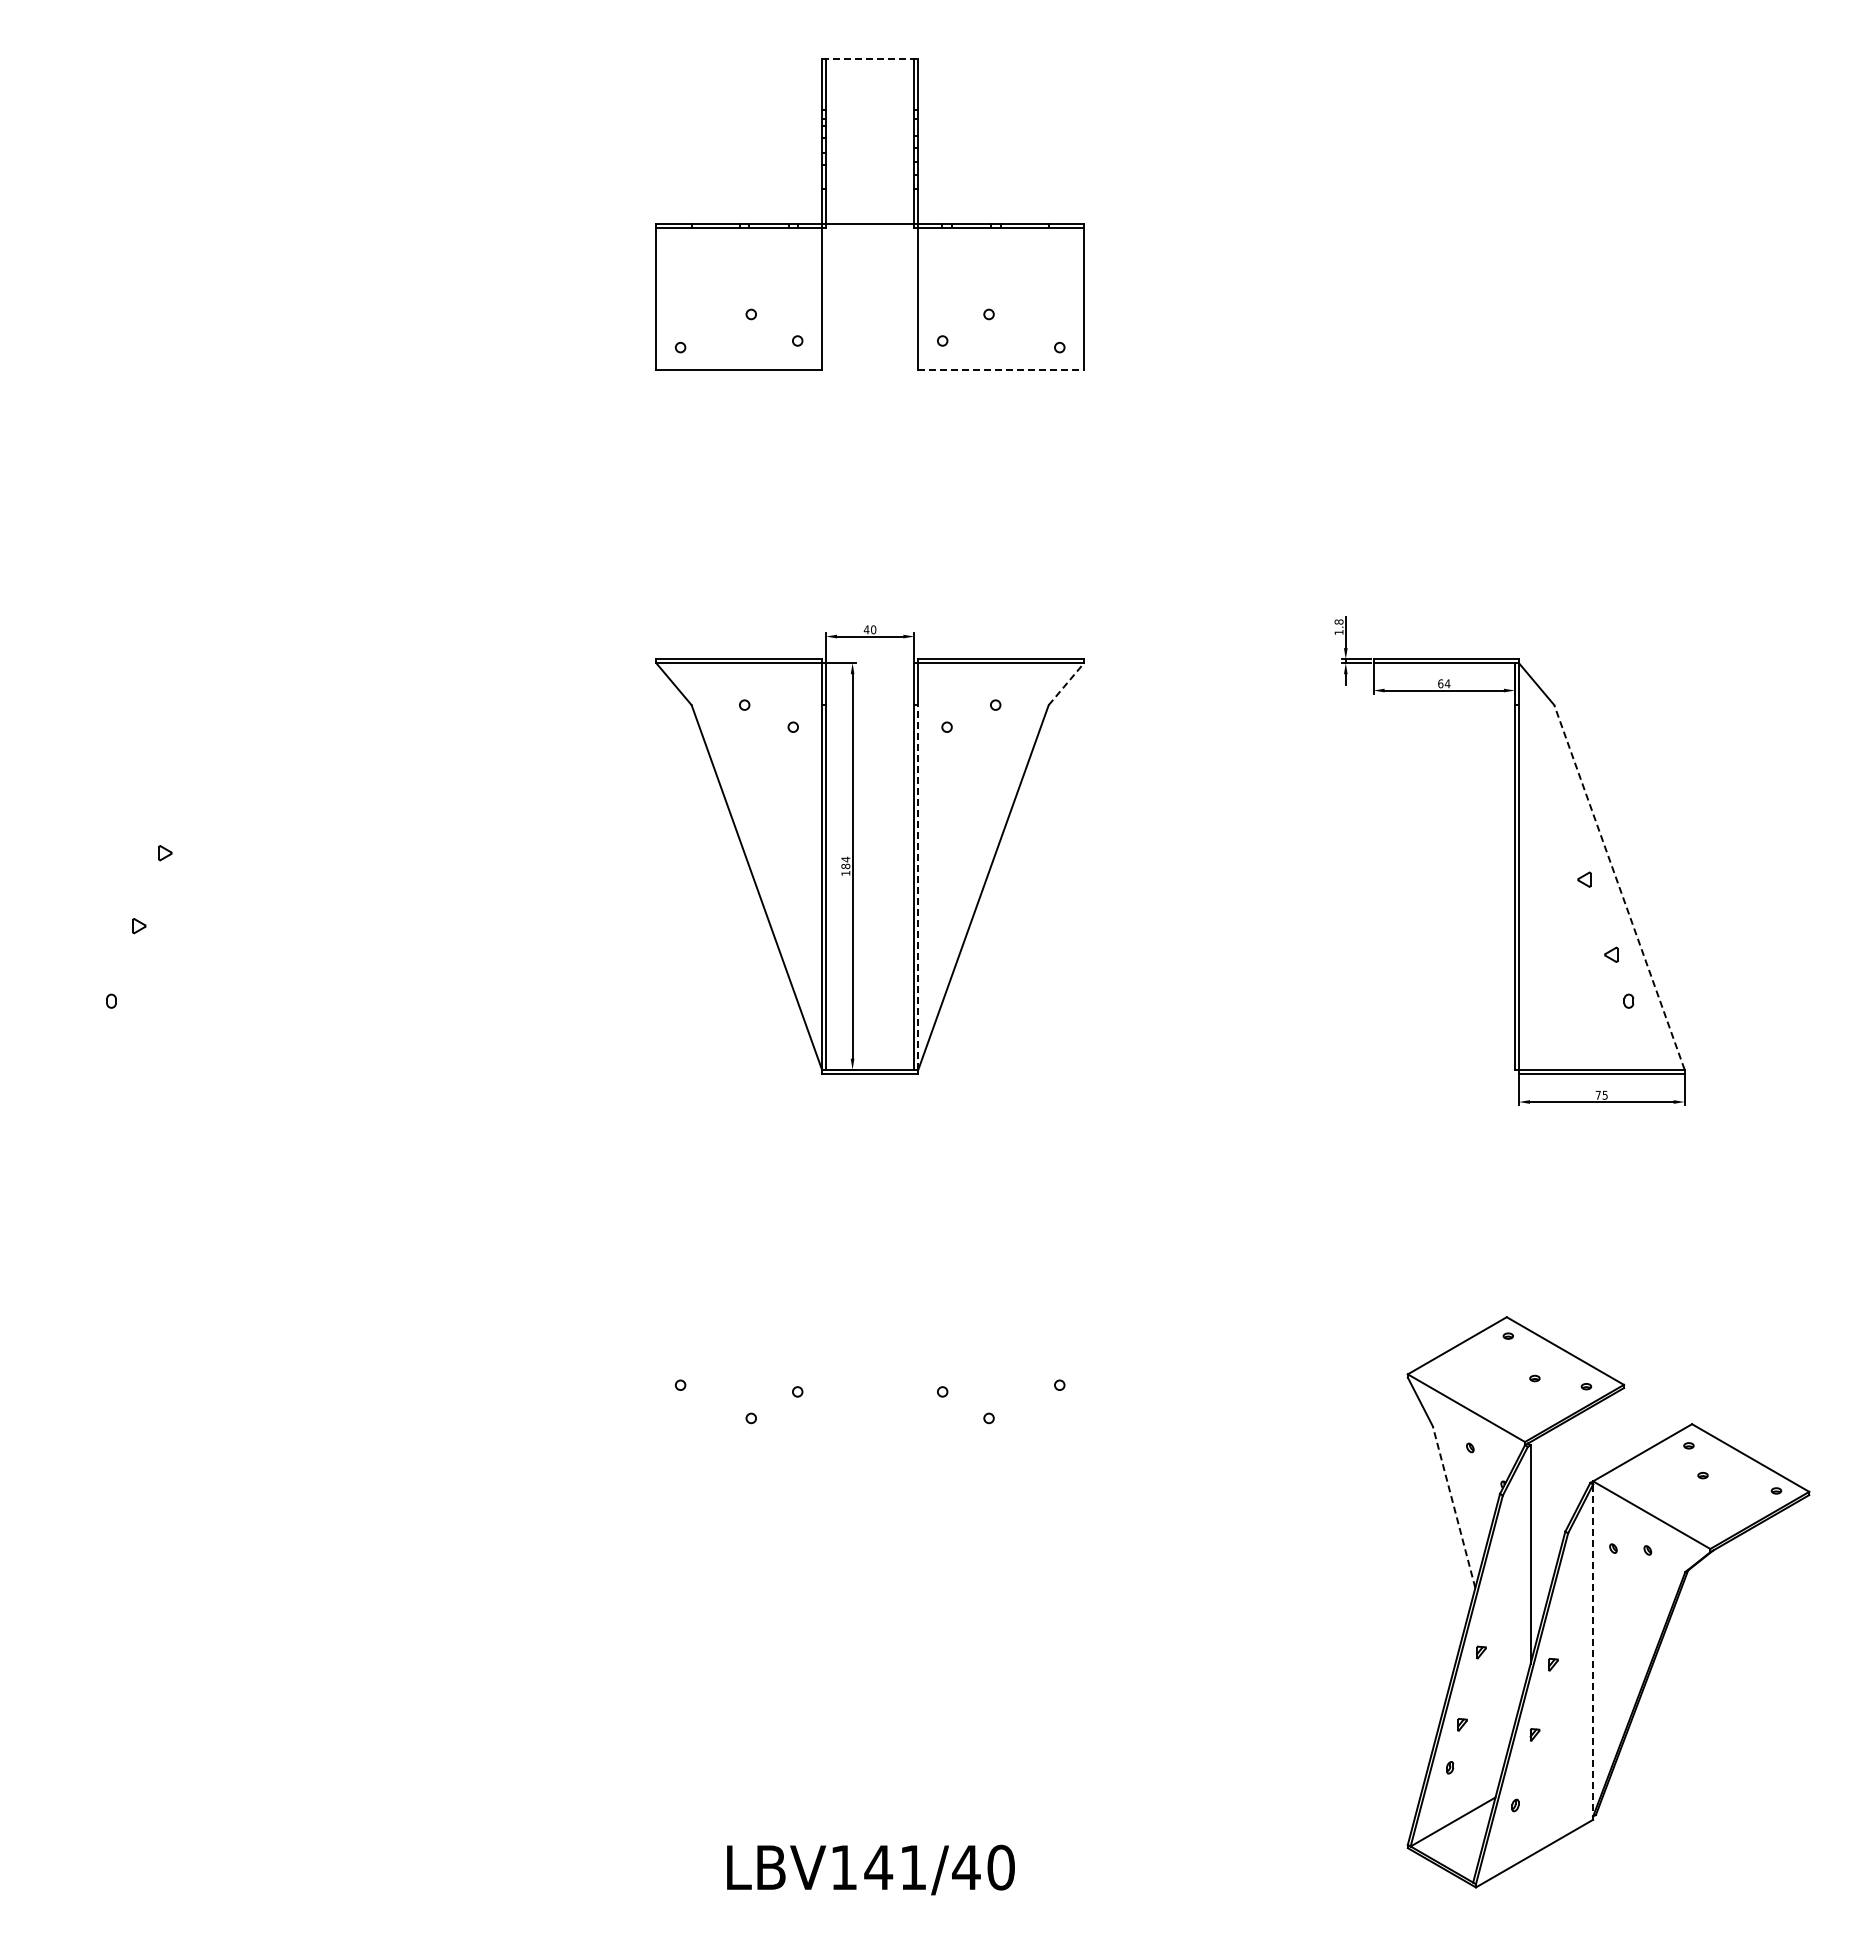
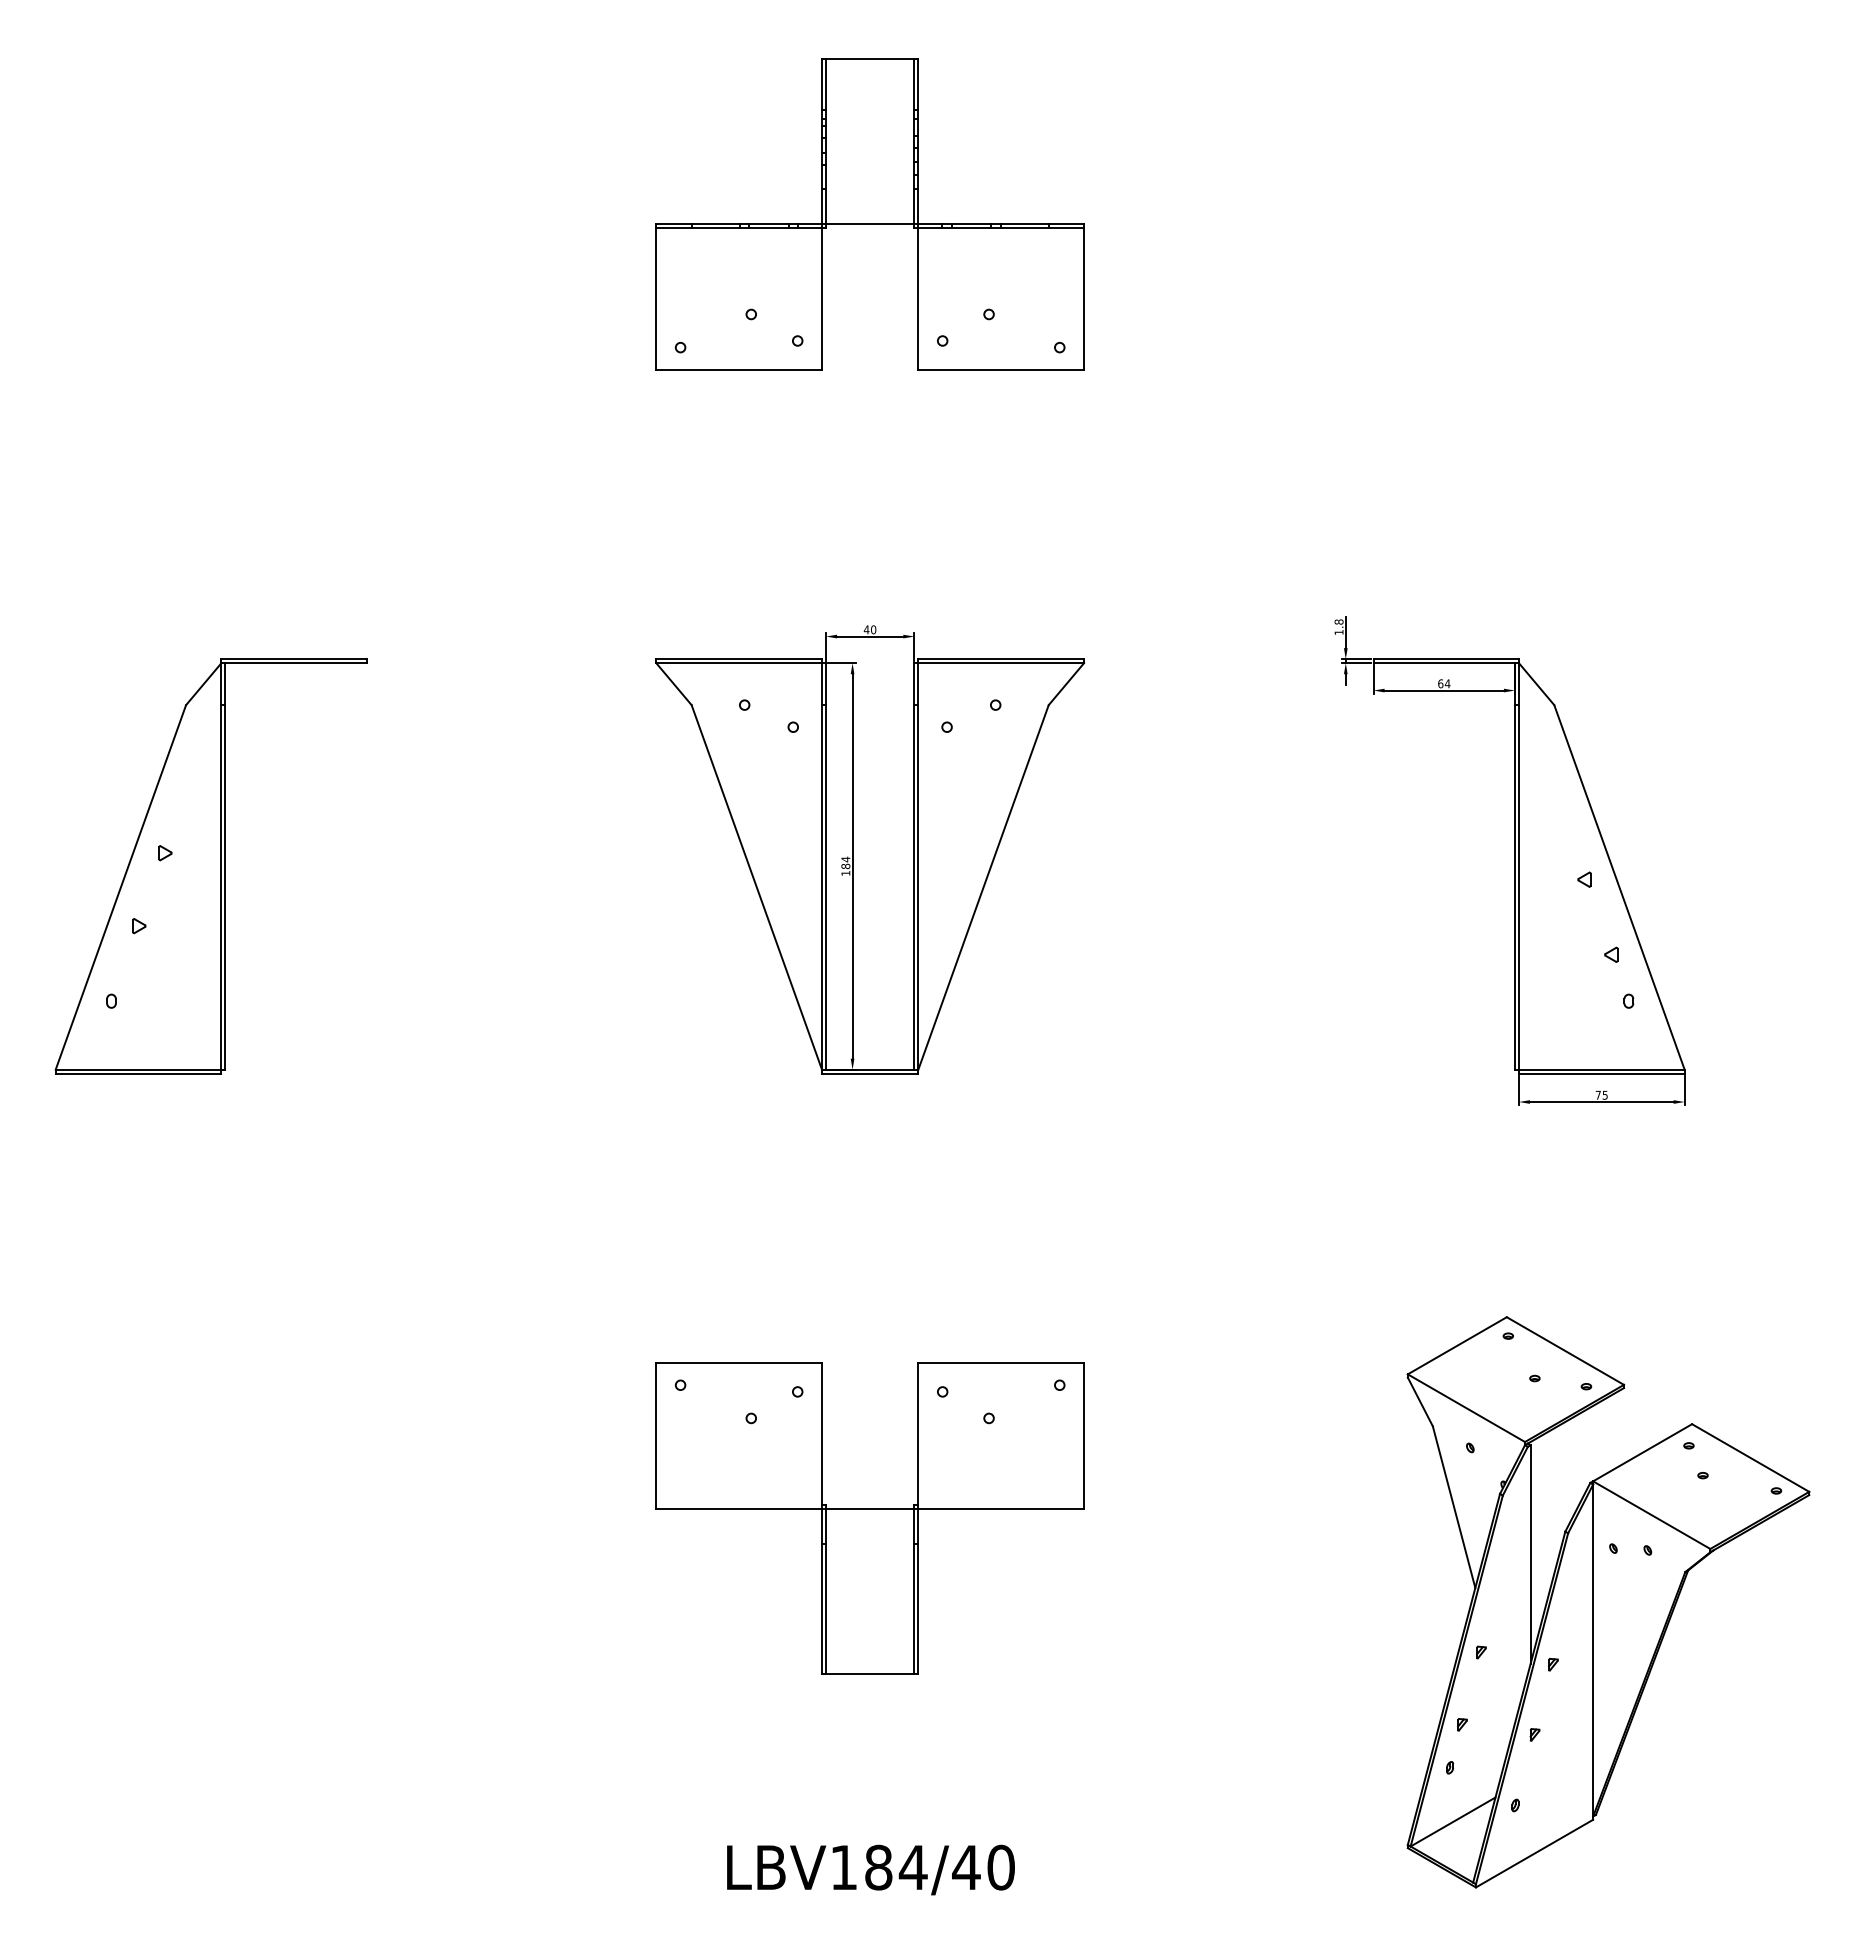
line at (870, 58): dashed -> solid
line at (1001, 369): dashed -> solid
line at (1066, 683): dashed -> solid
part at (210, 866): none -> present
line at (918, 886): dashed -> solid
line at (1619, 887): dashed -> solid
line at (1454, 1507): dashed -> solid
part at (869, 1518): none -> present
line at (1593, 1650): dashed -> solid
text at (895, 1867): LBV141/40 -> LBV184/40
